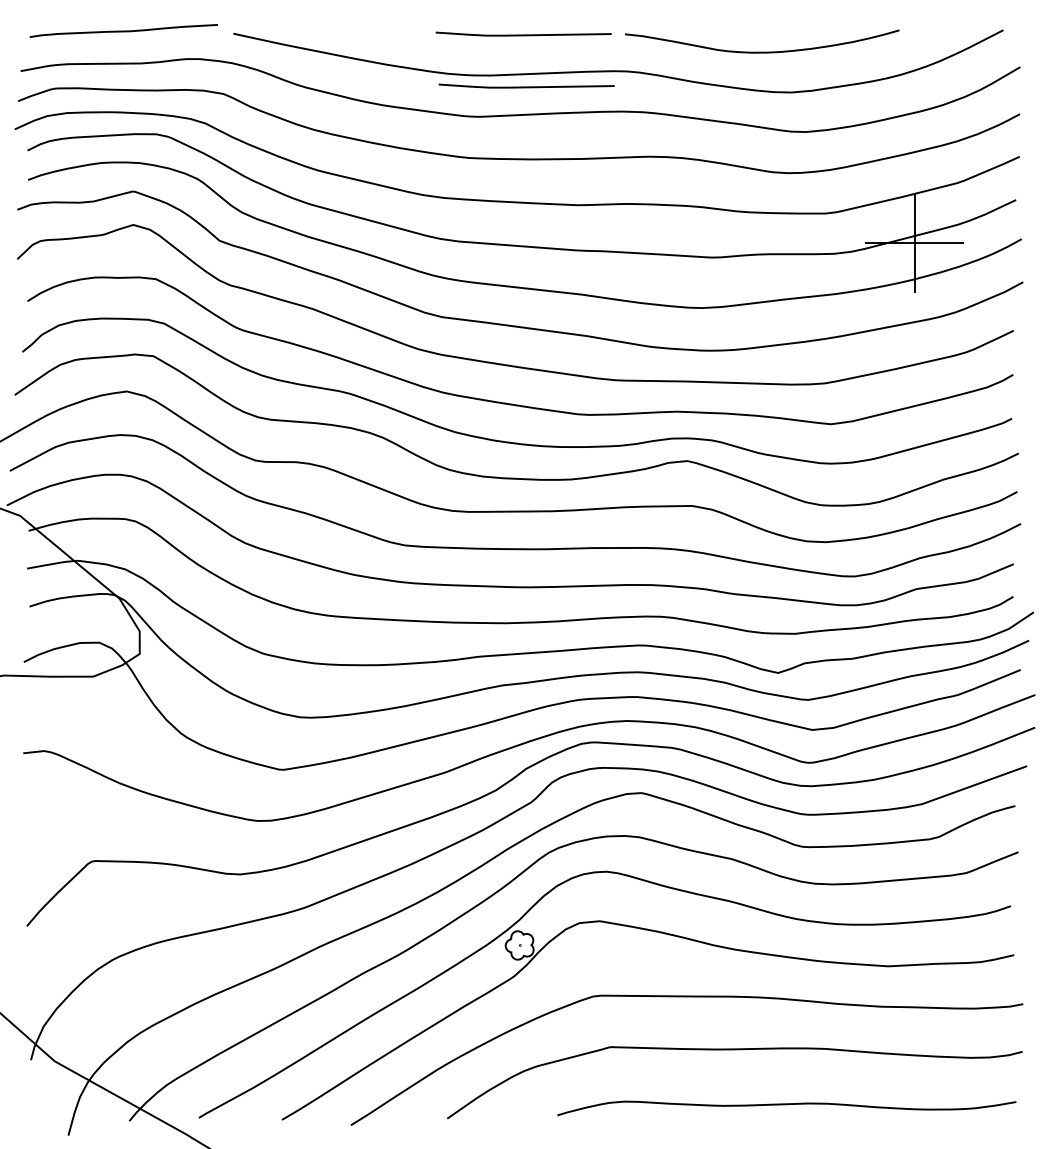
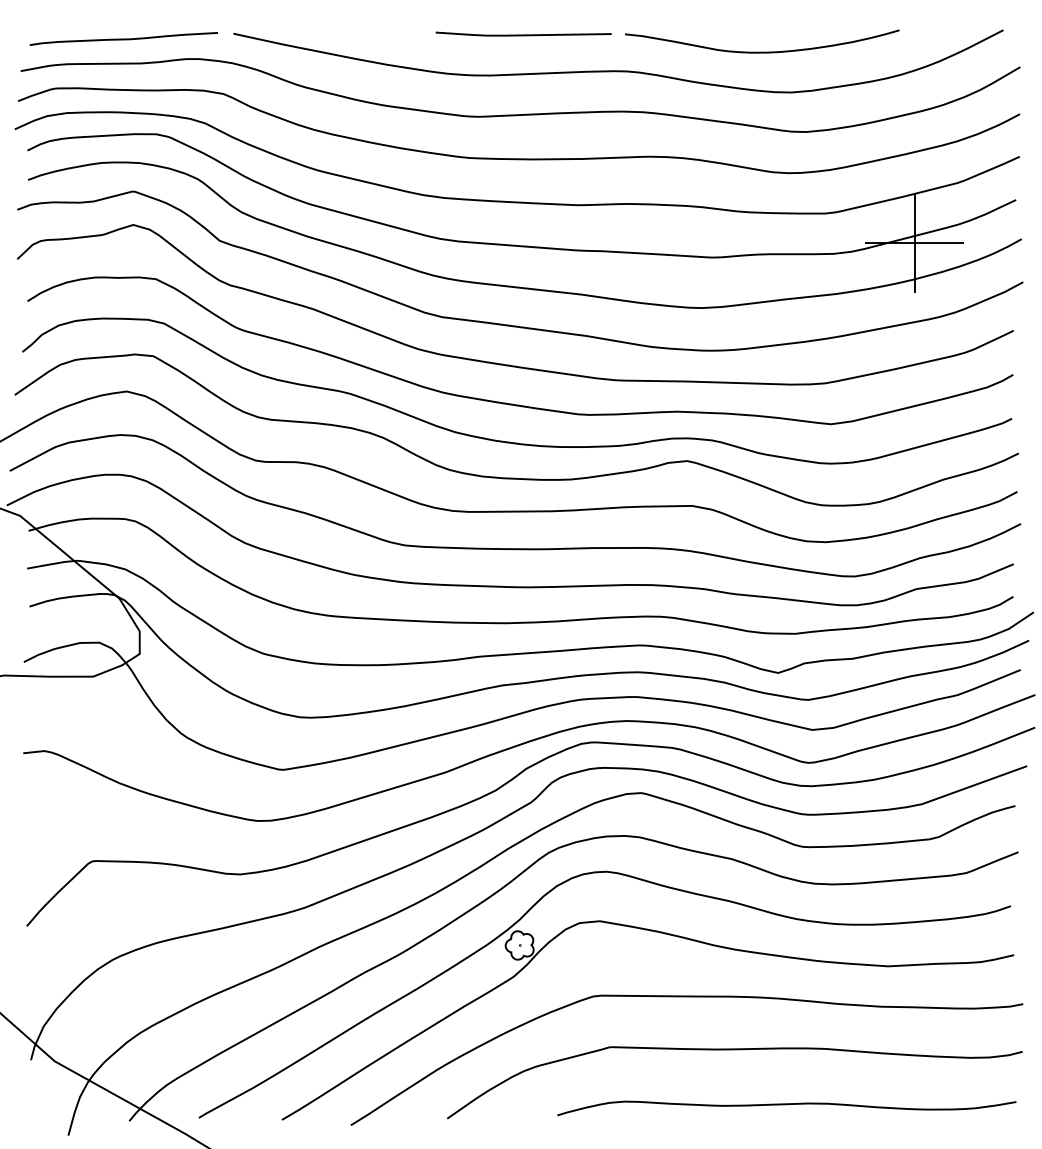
curve at (123, 30) position: (123, 30) -> (123, 38)
line at (526, 86): present -> none
